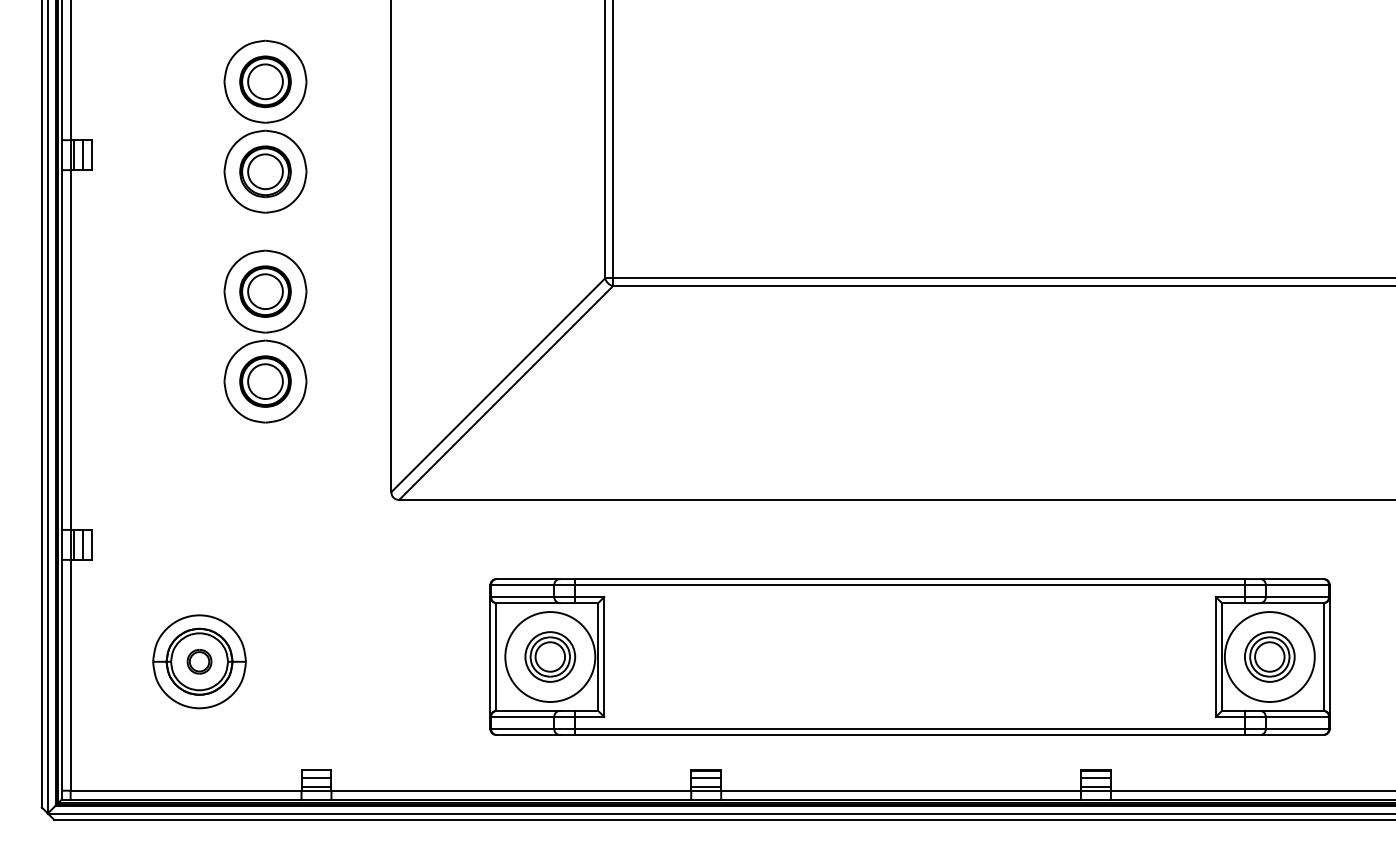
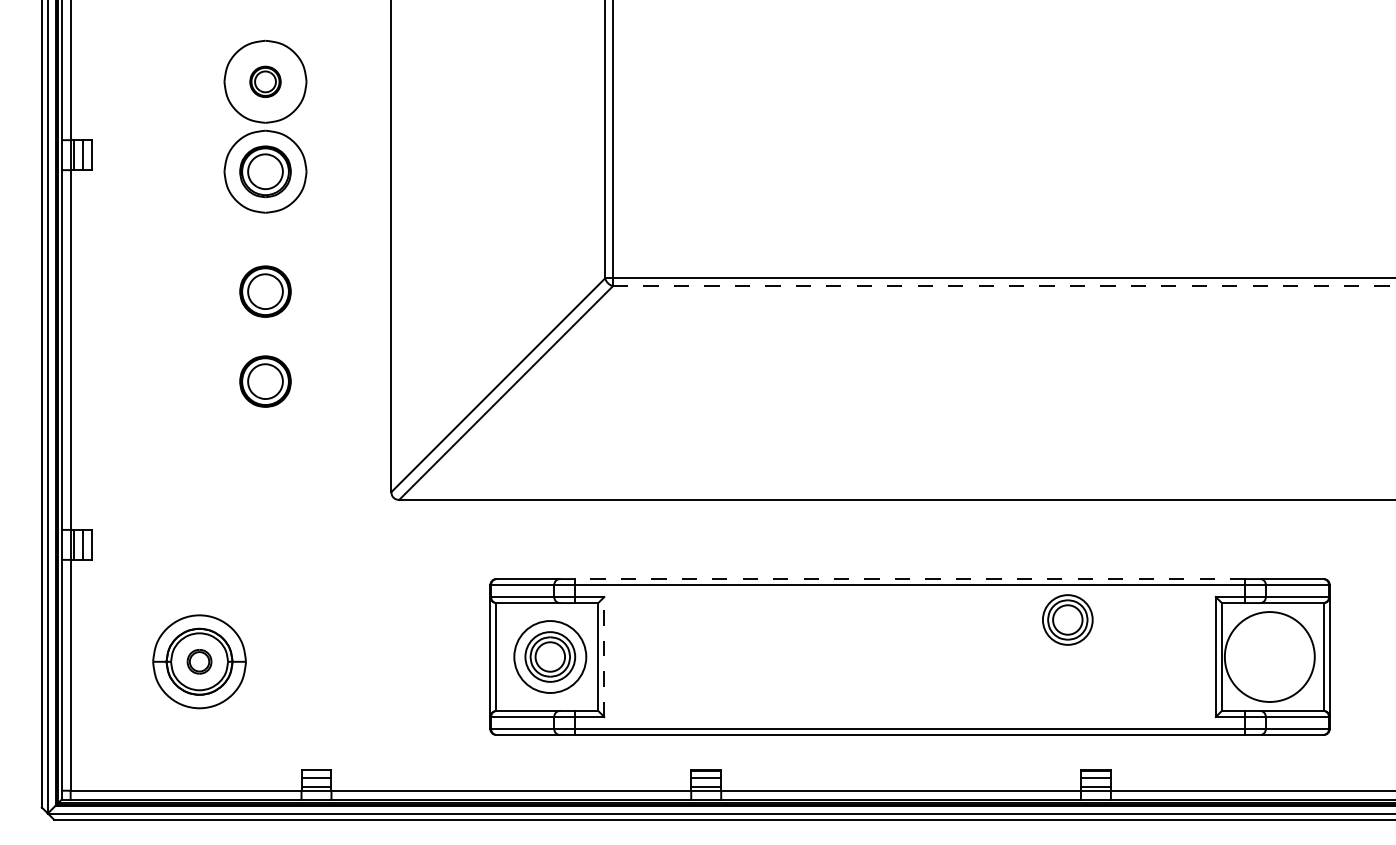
part at (265, 81) size: 53x54 px -> 33x33 px
line at (1004, 286): solid -> dashed
part at (265, 336): present -> none
line at (909, 579): solid -> dashed
circle at (550, 656) diameter: 90 px -> 72 px
part at (1269, 656) position: (1269, 656) -> (1067, 619)
line at (604, 657): solid -> dashed
